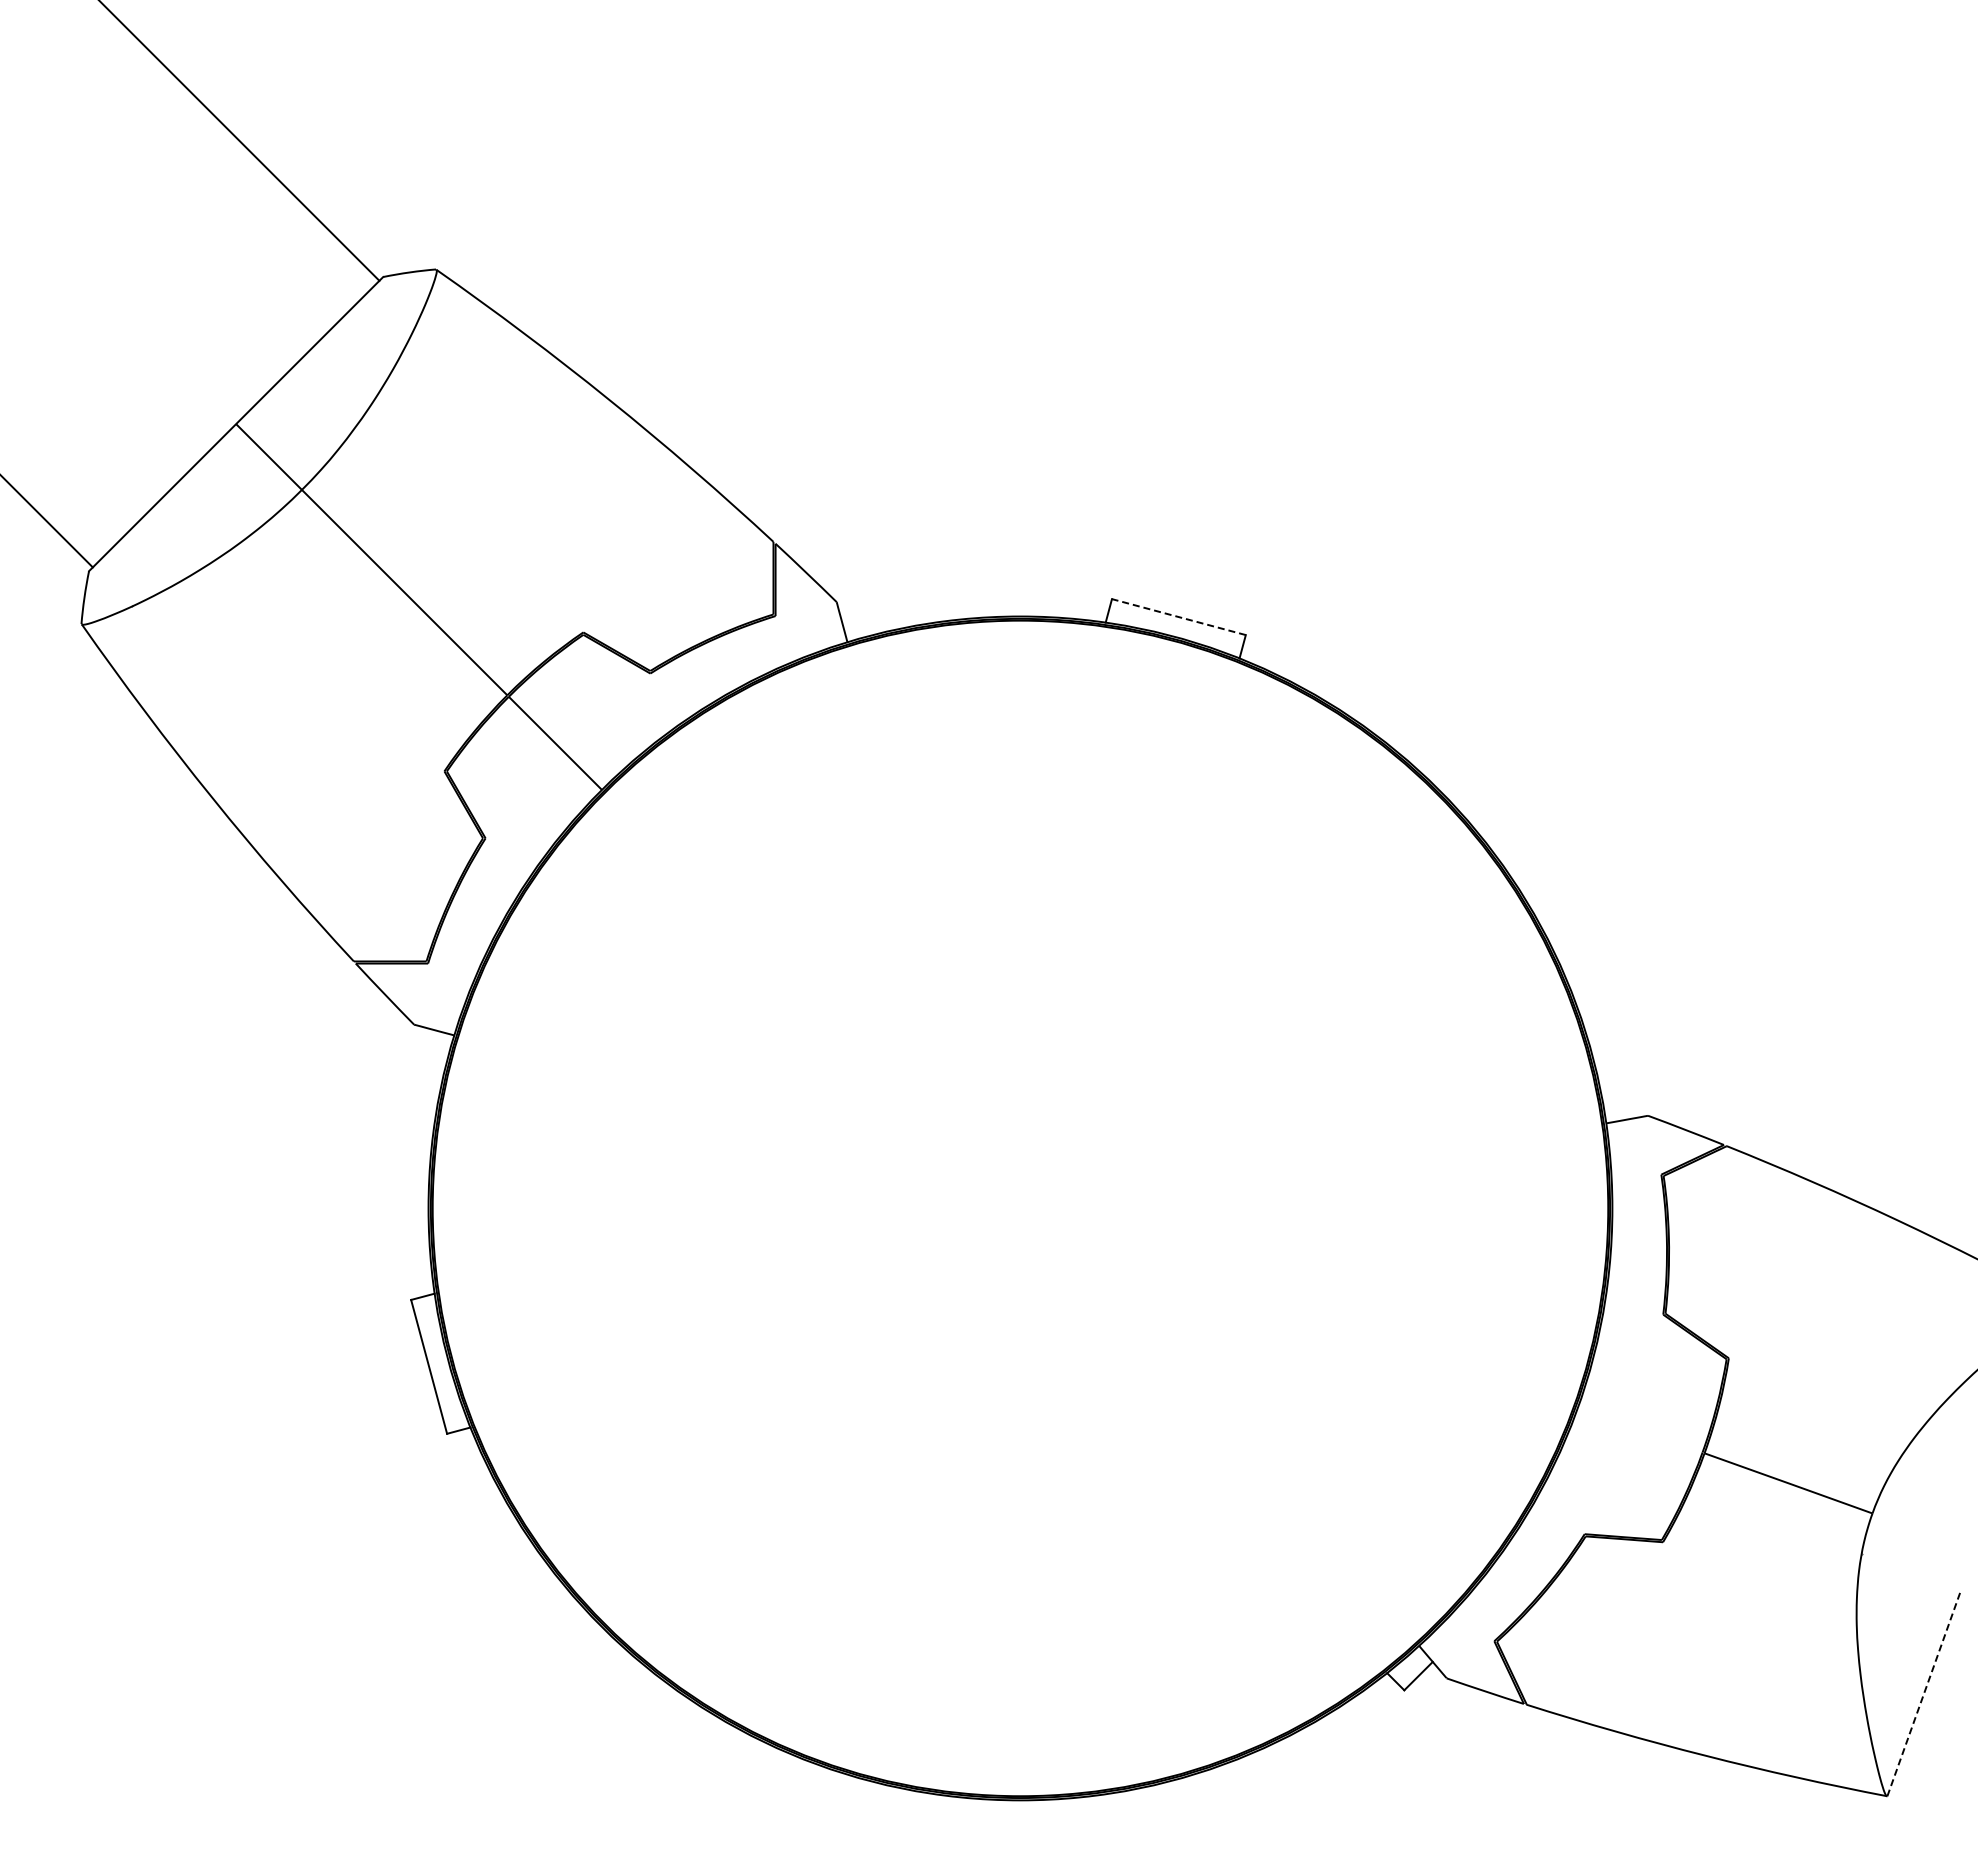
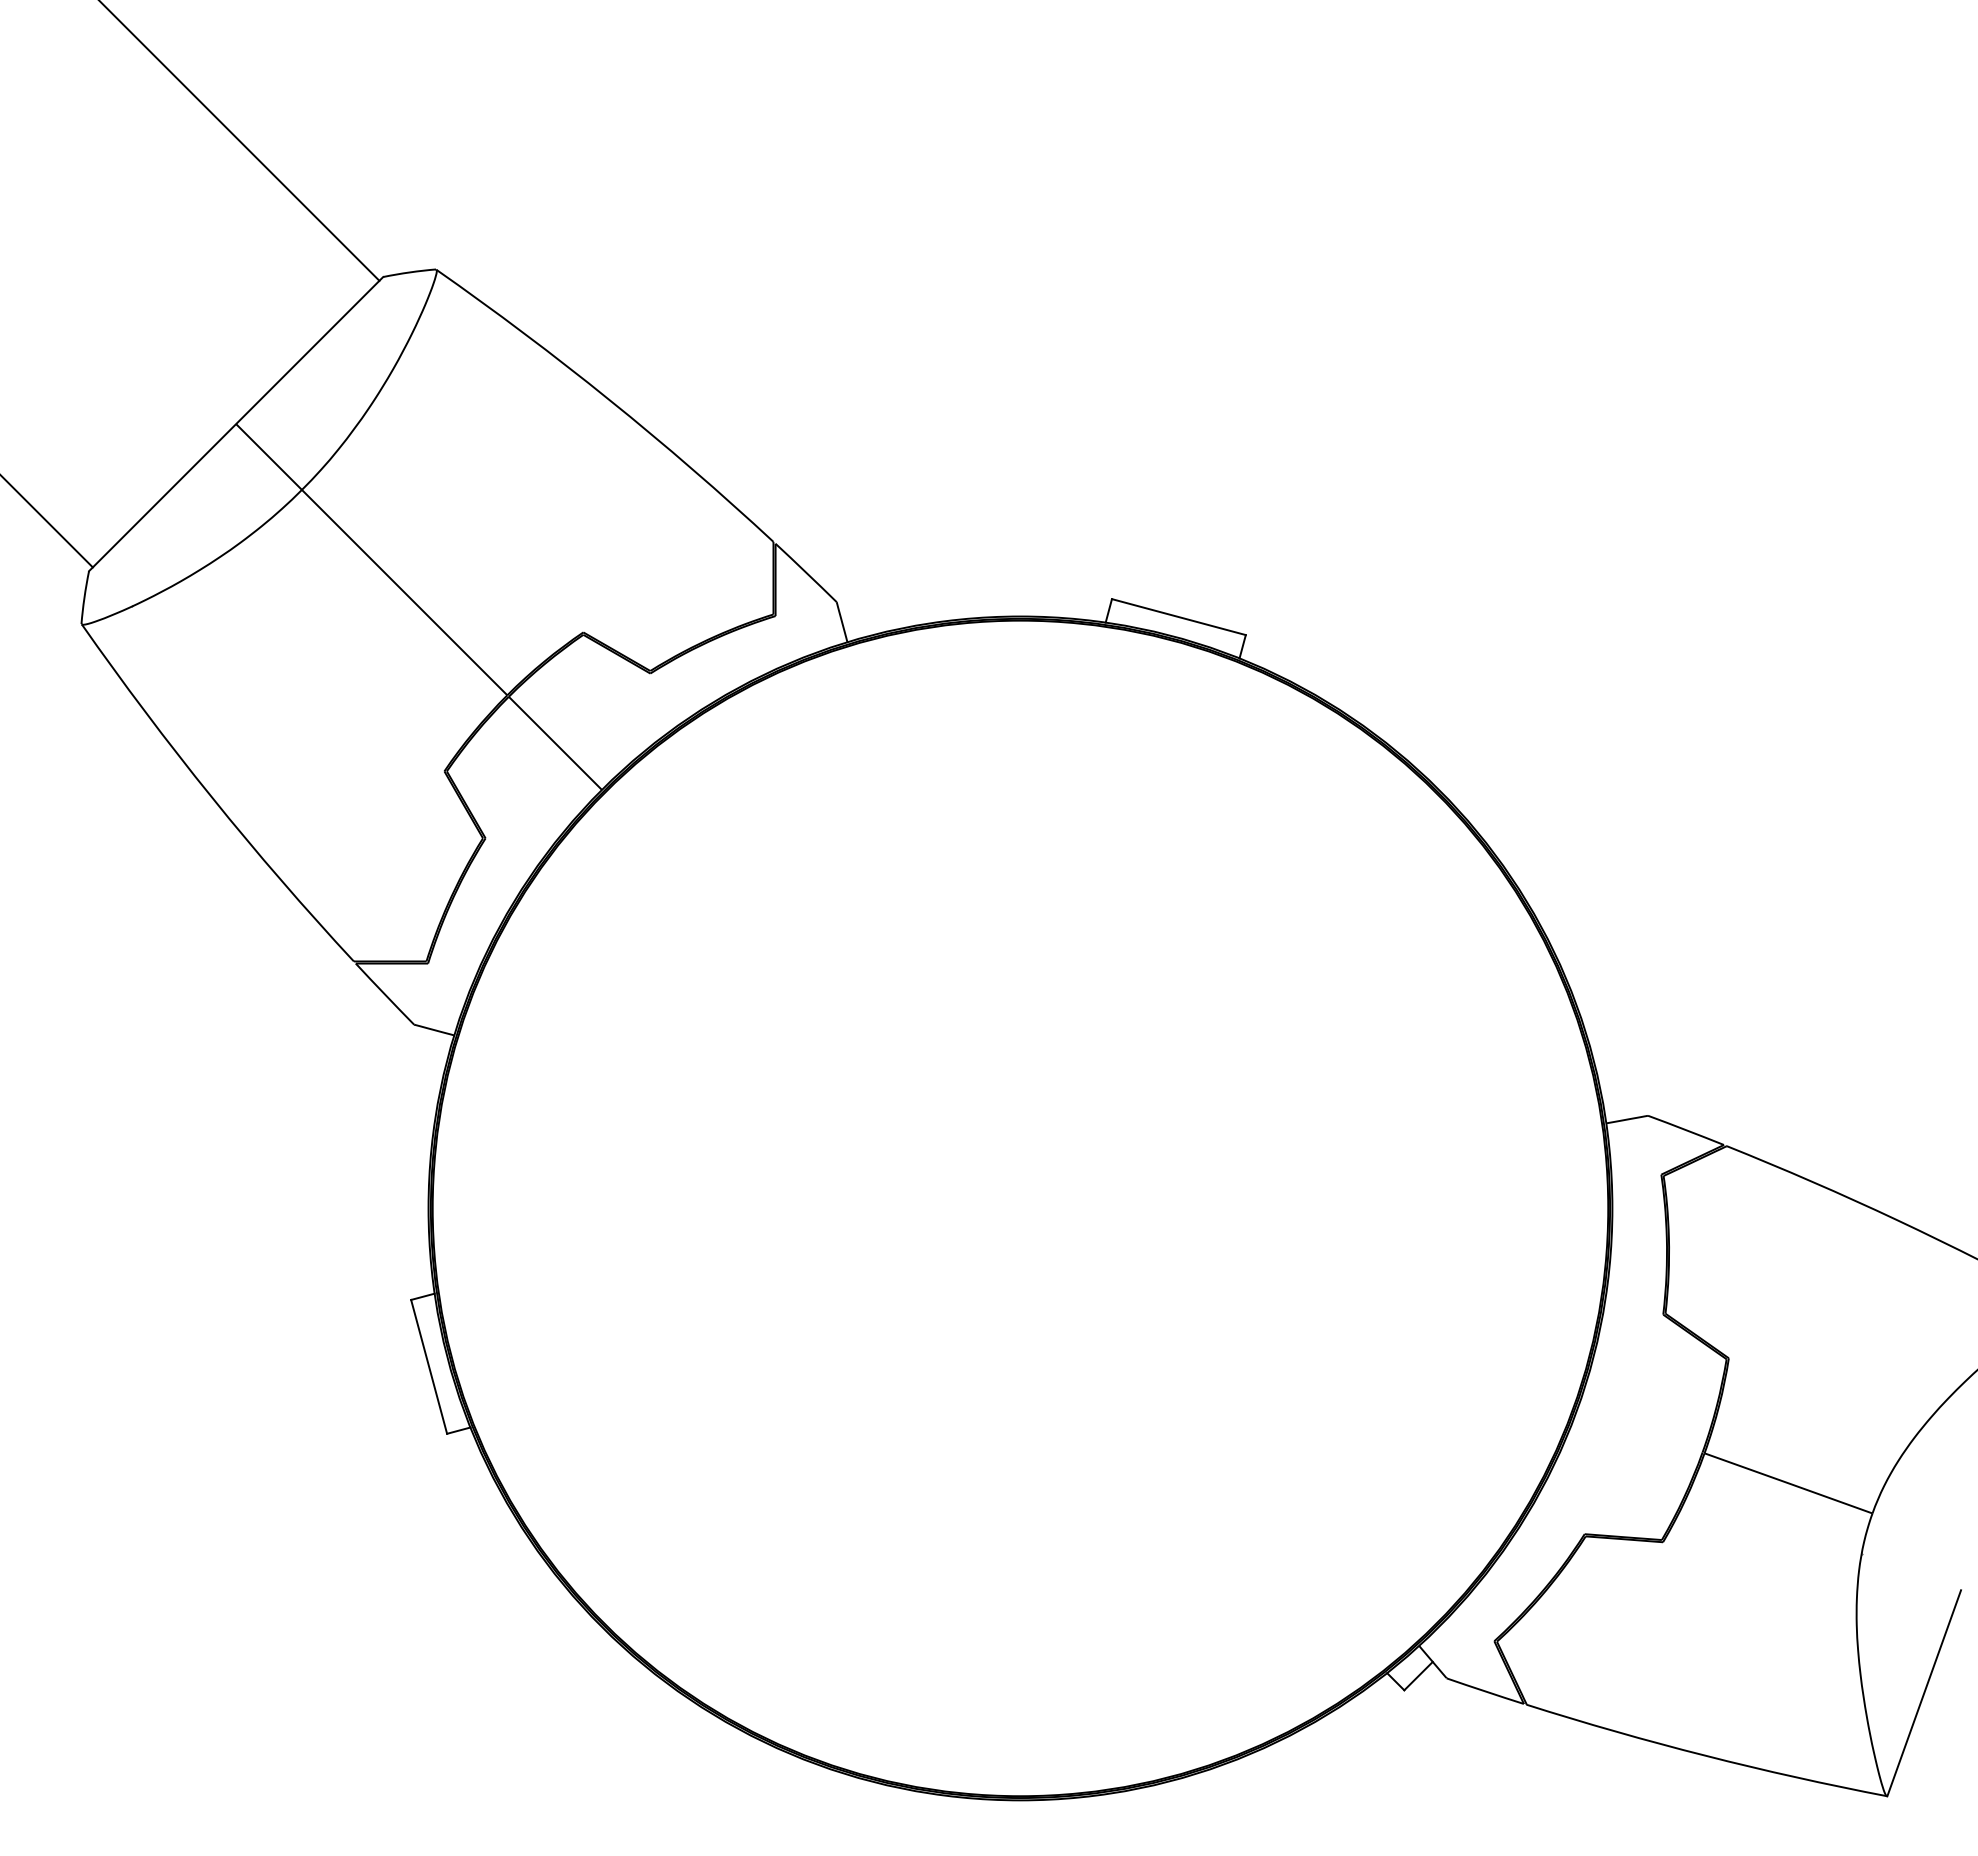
line at (1178, 616): dashed -> solid
line at (1924, 1692): dashed -> solid
